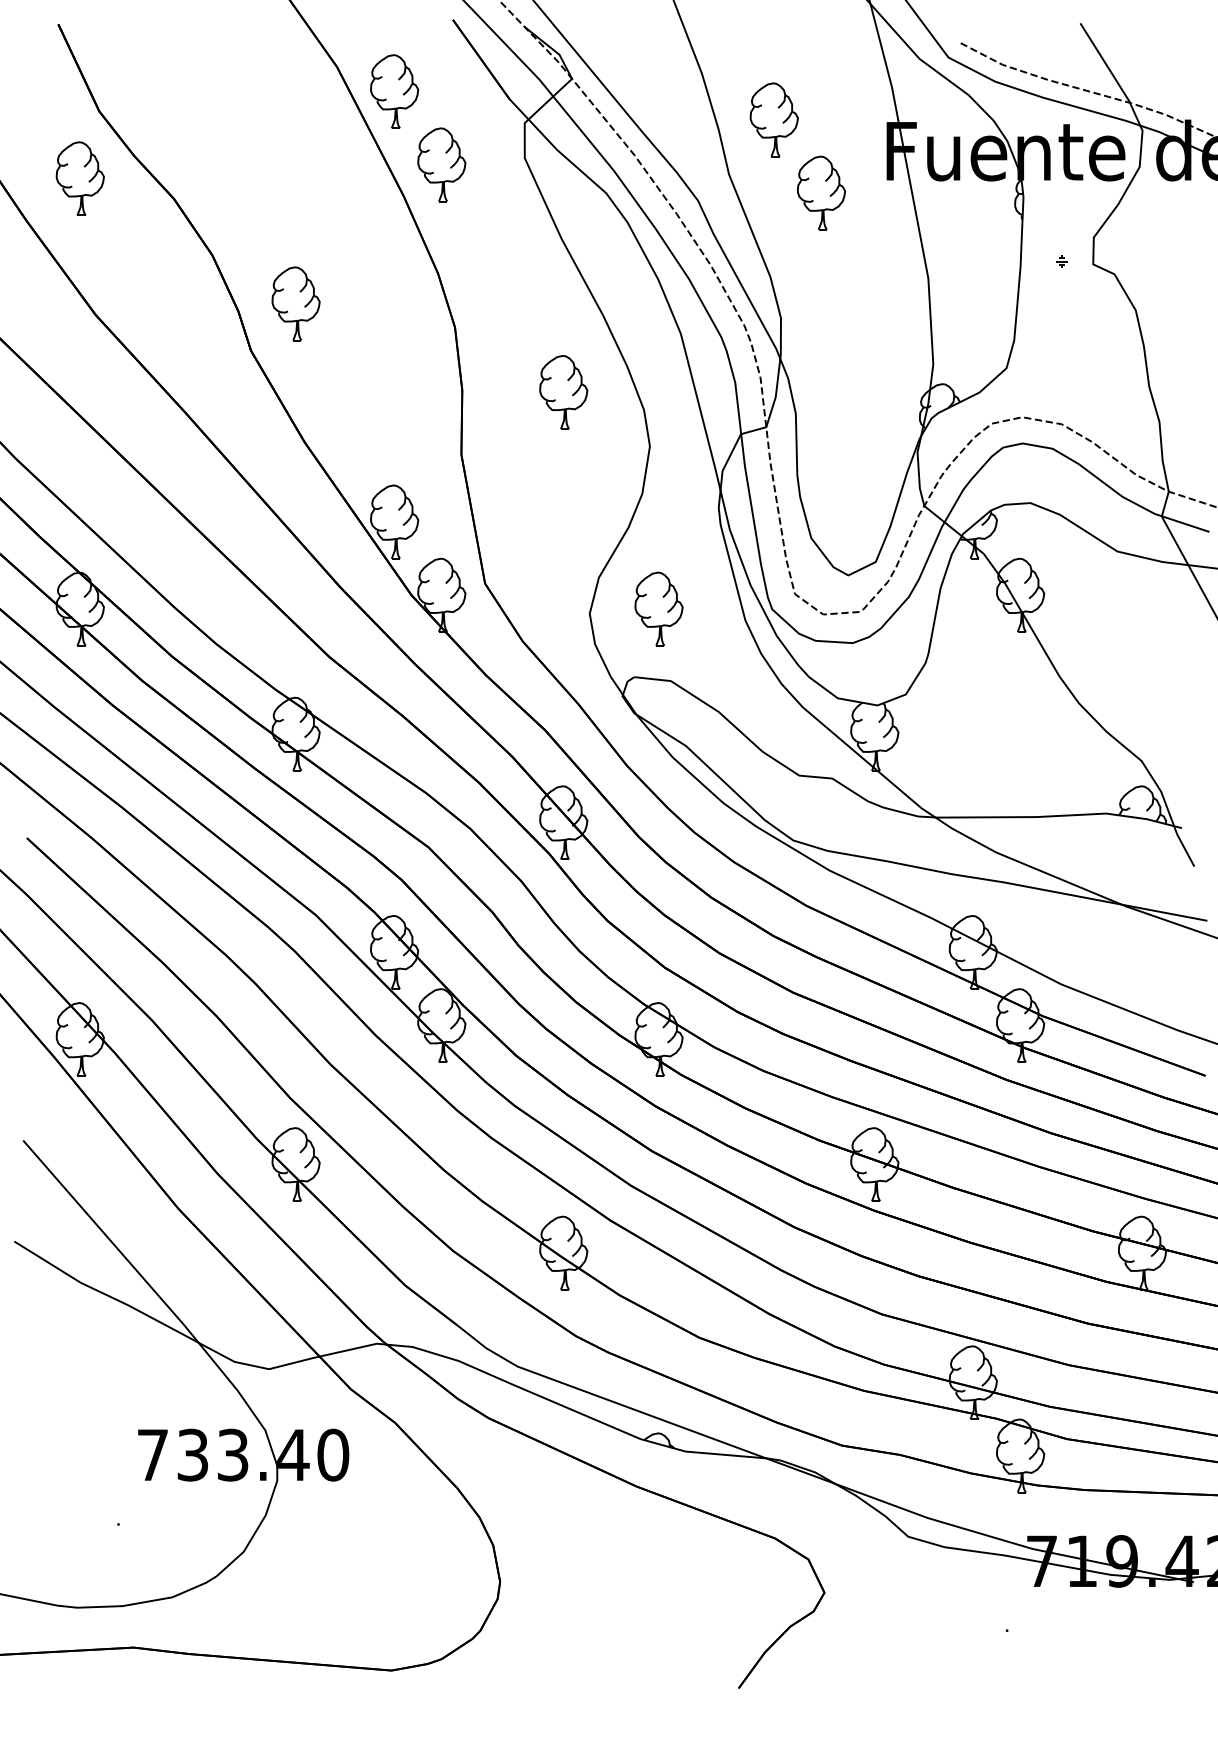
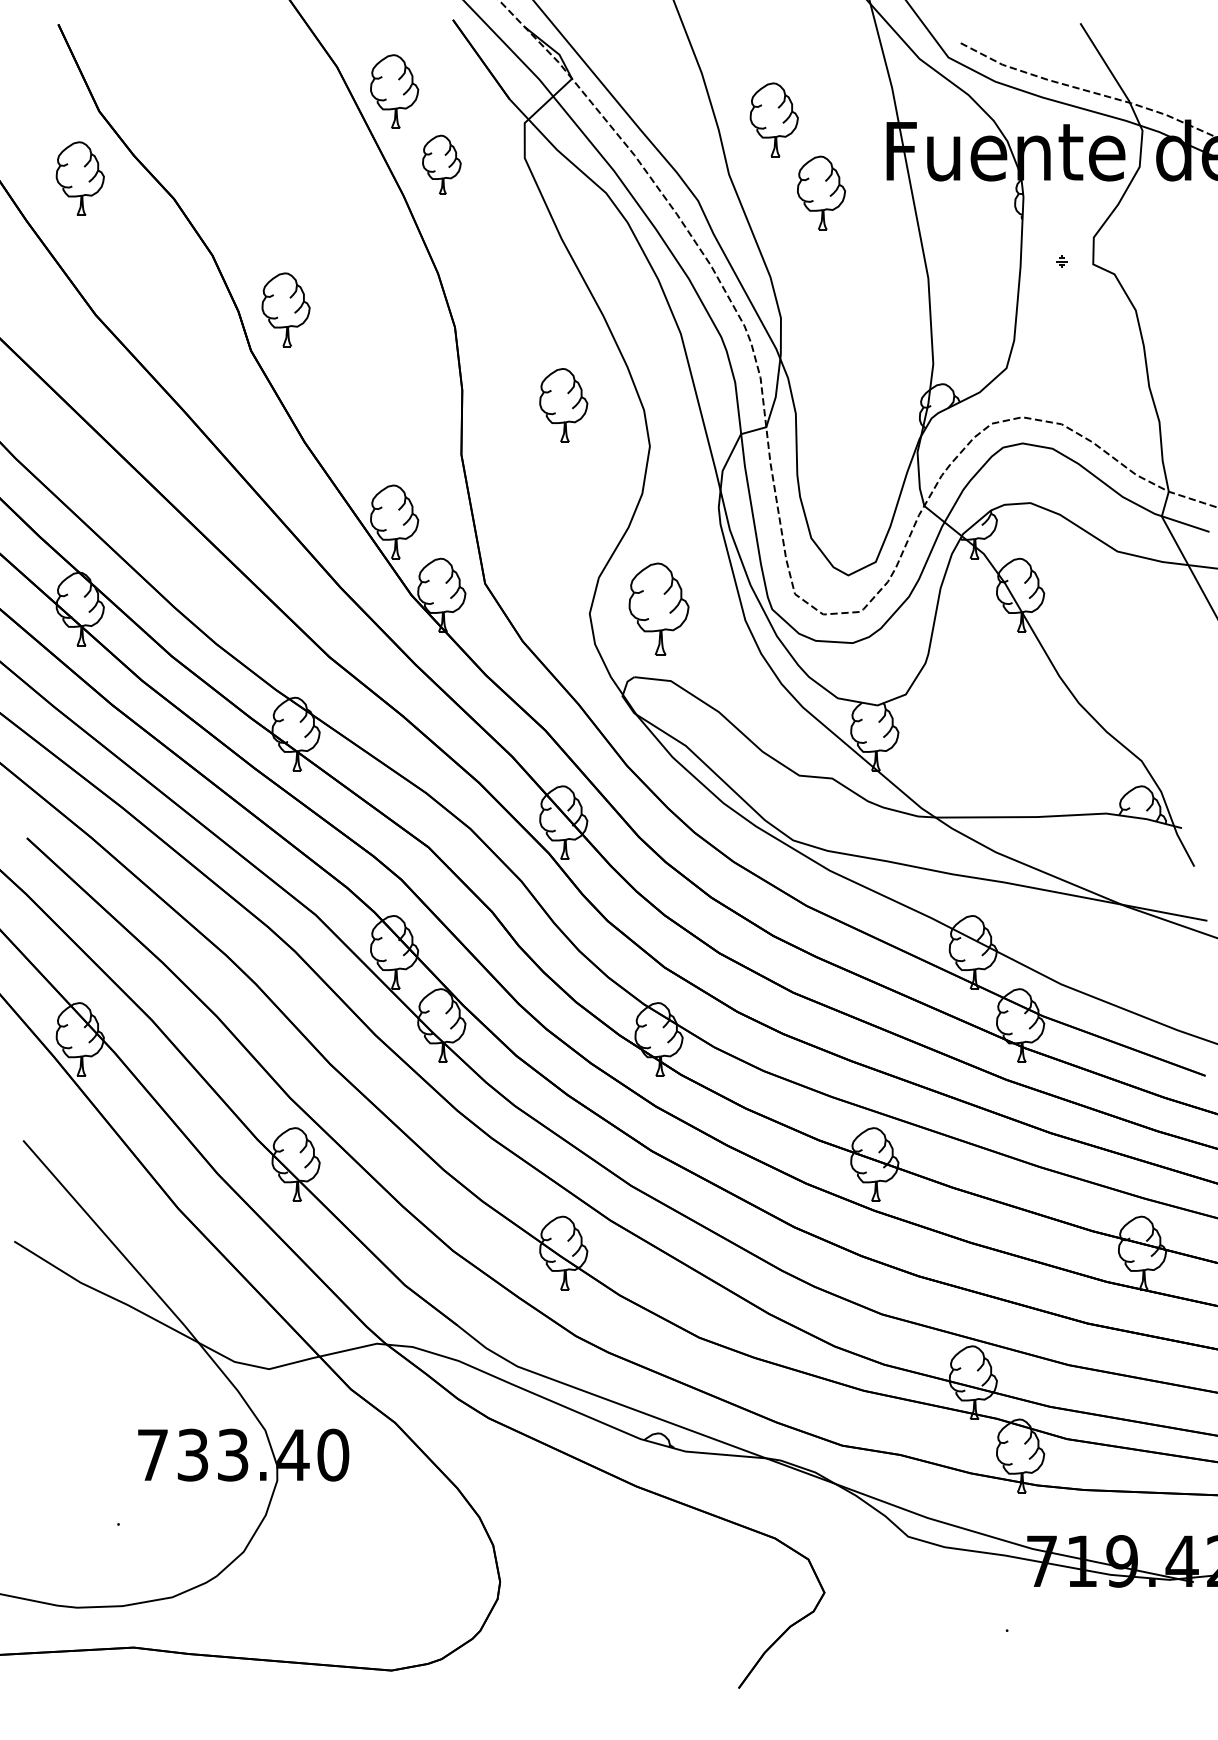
part at (441, 164) size: 50x76 px -> 40x61 px
part at (295, 303) position: (295, 303) -> (285, 309)
part at (563, 392) position: (563, 392) -> (563, 405)
part at (658, 608) size: 50x76 px -> 62x94 px
